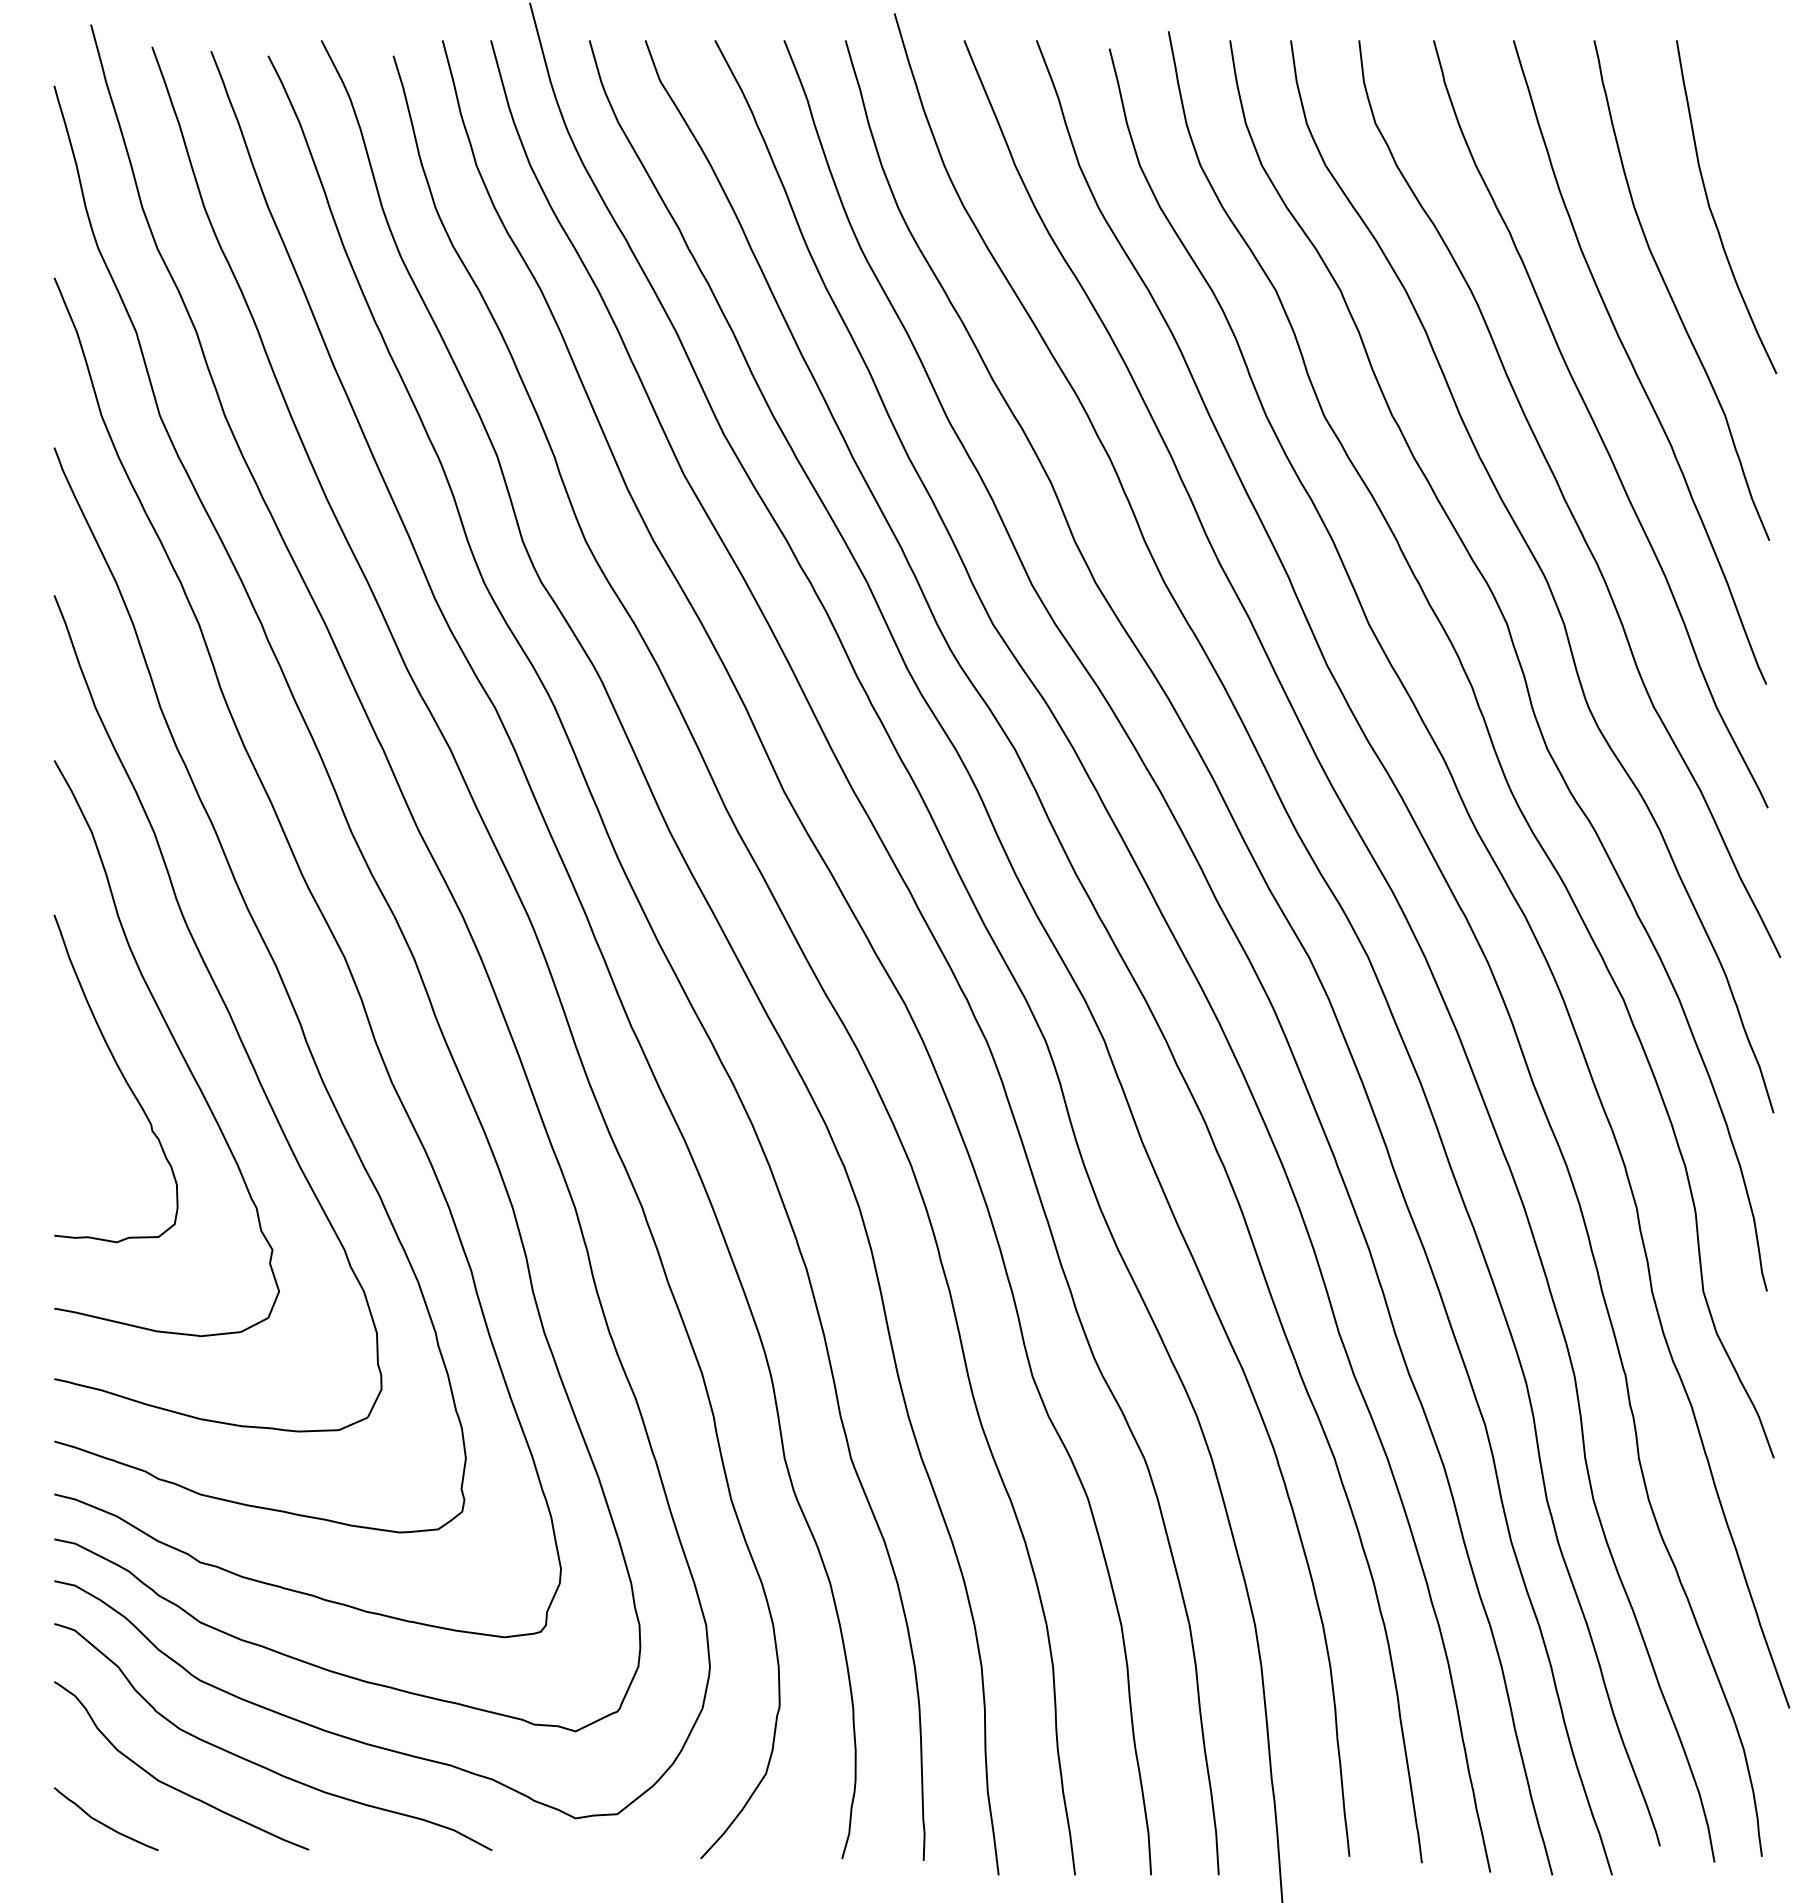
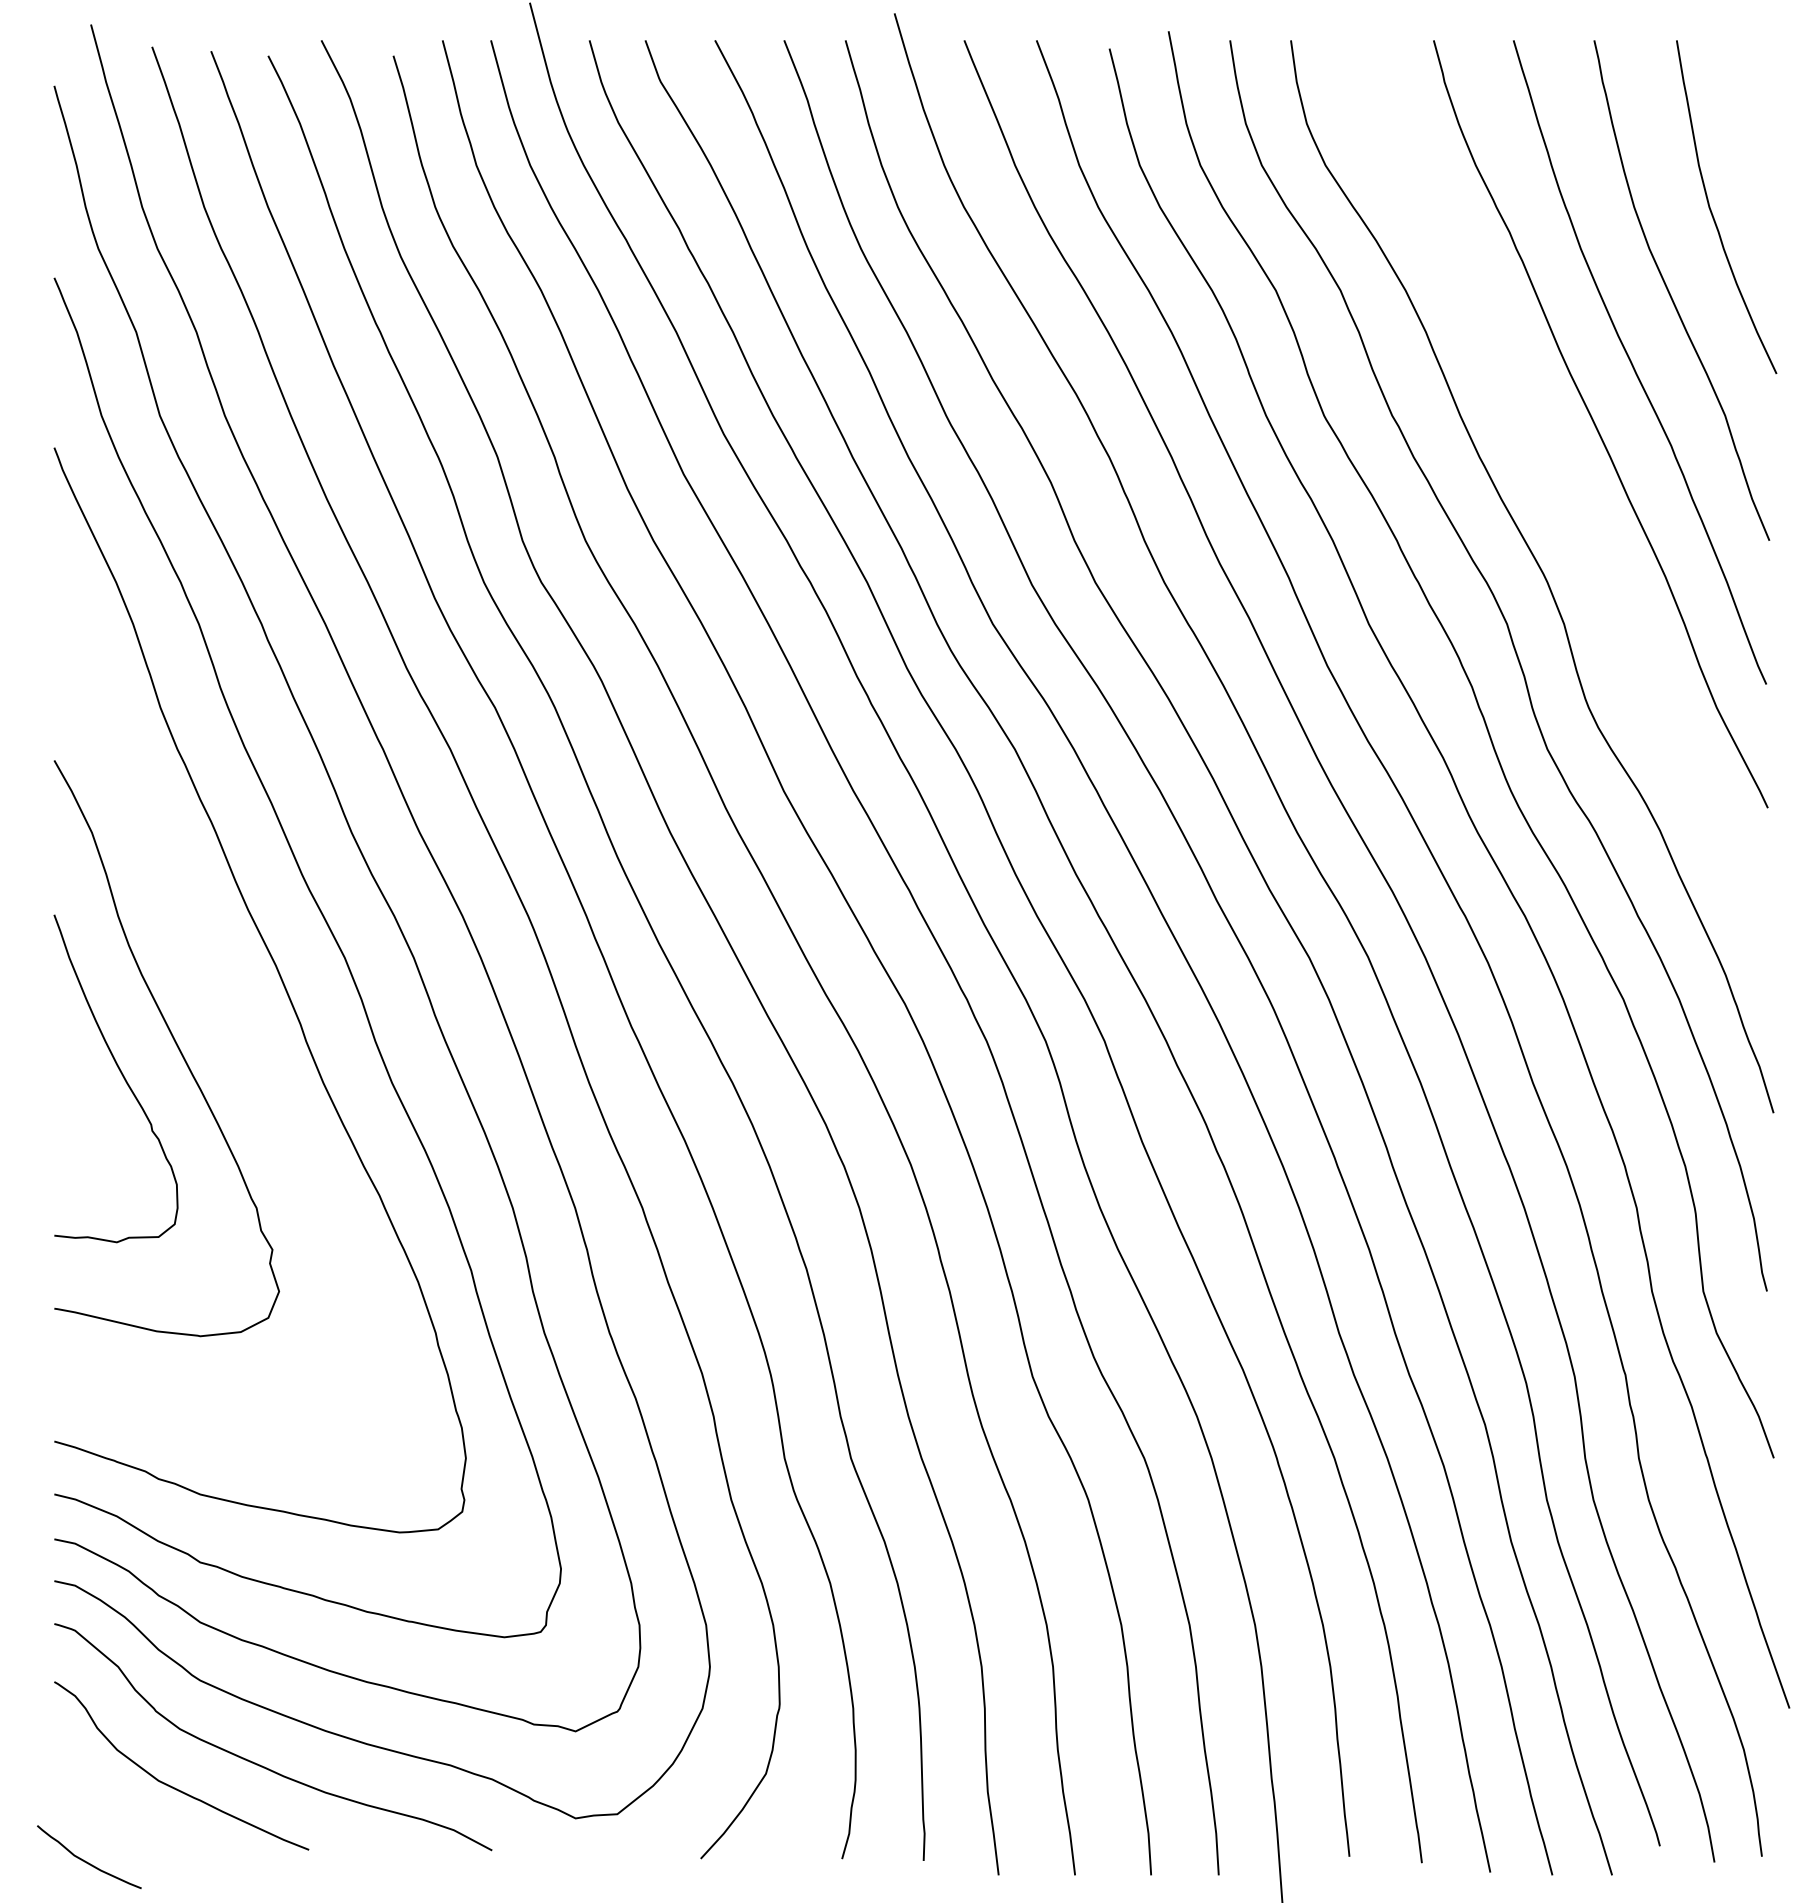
curve at (1566, 500): present -> none
curve at (226, 1009): present -> none
curve at (104, 1823) position: (104, 1823) -> (87, 1861)
